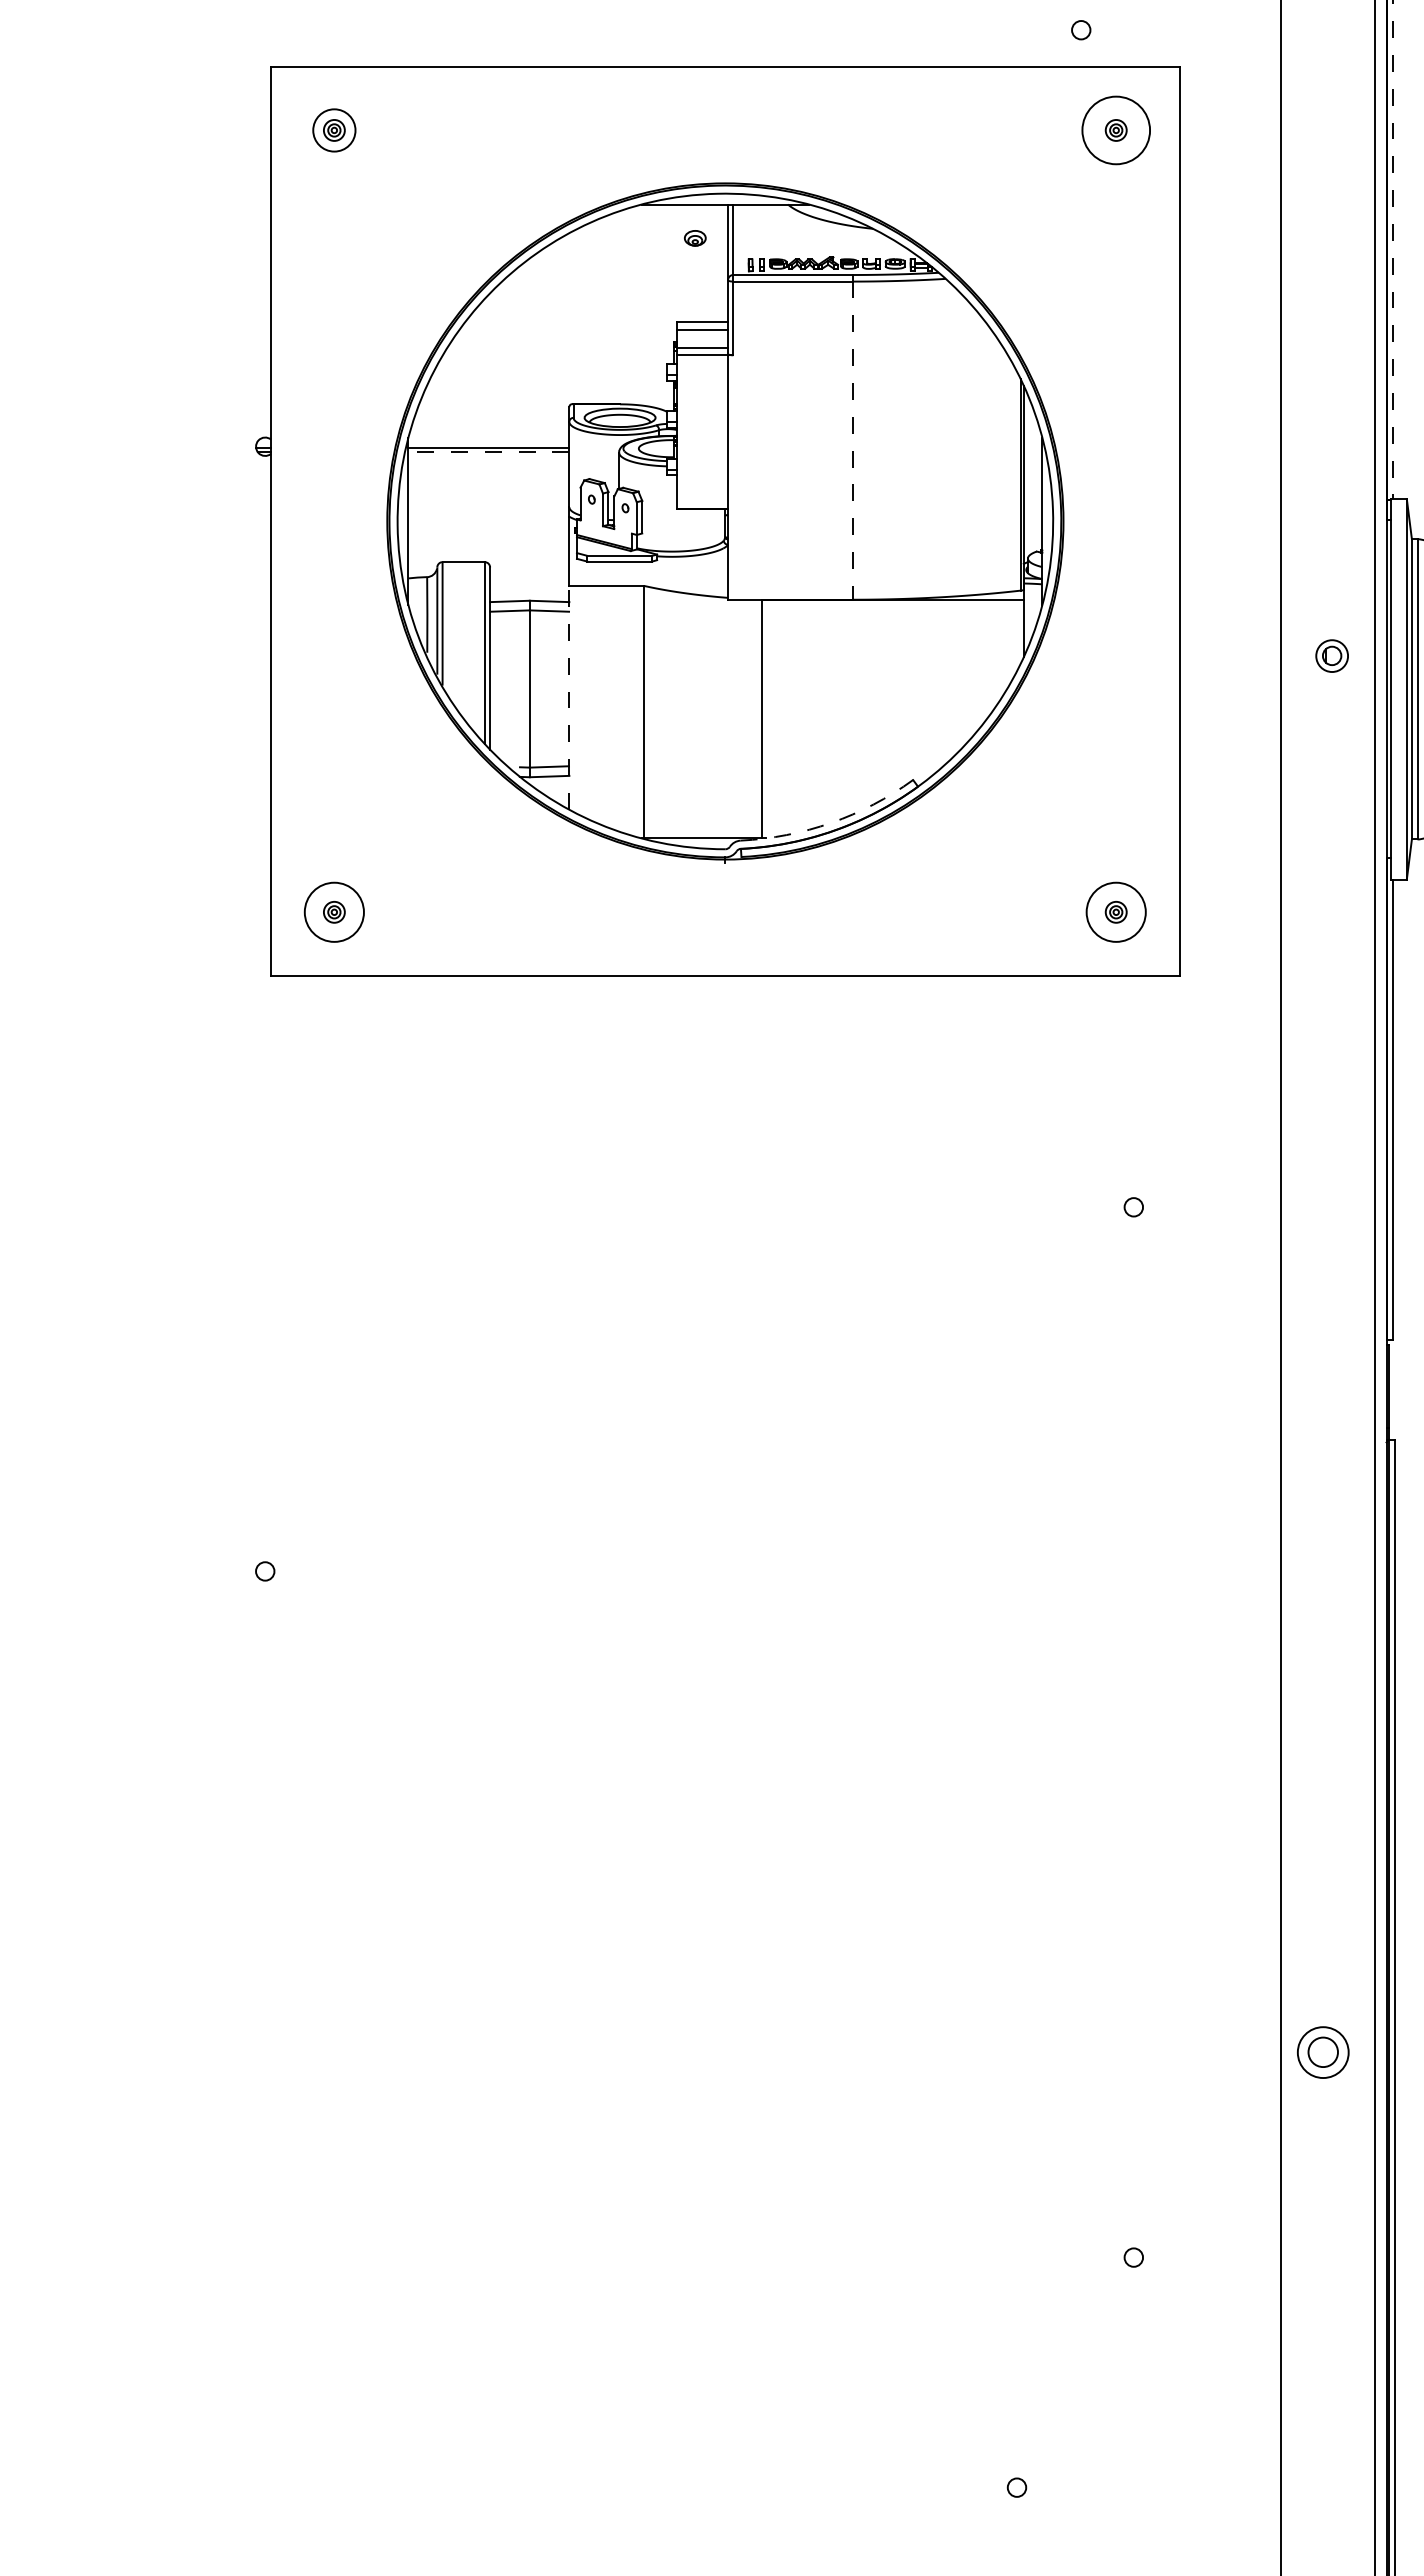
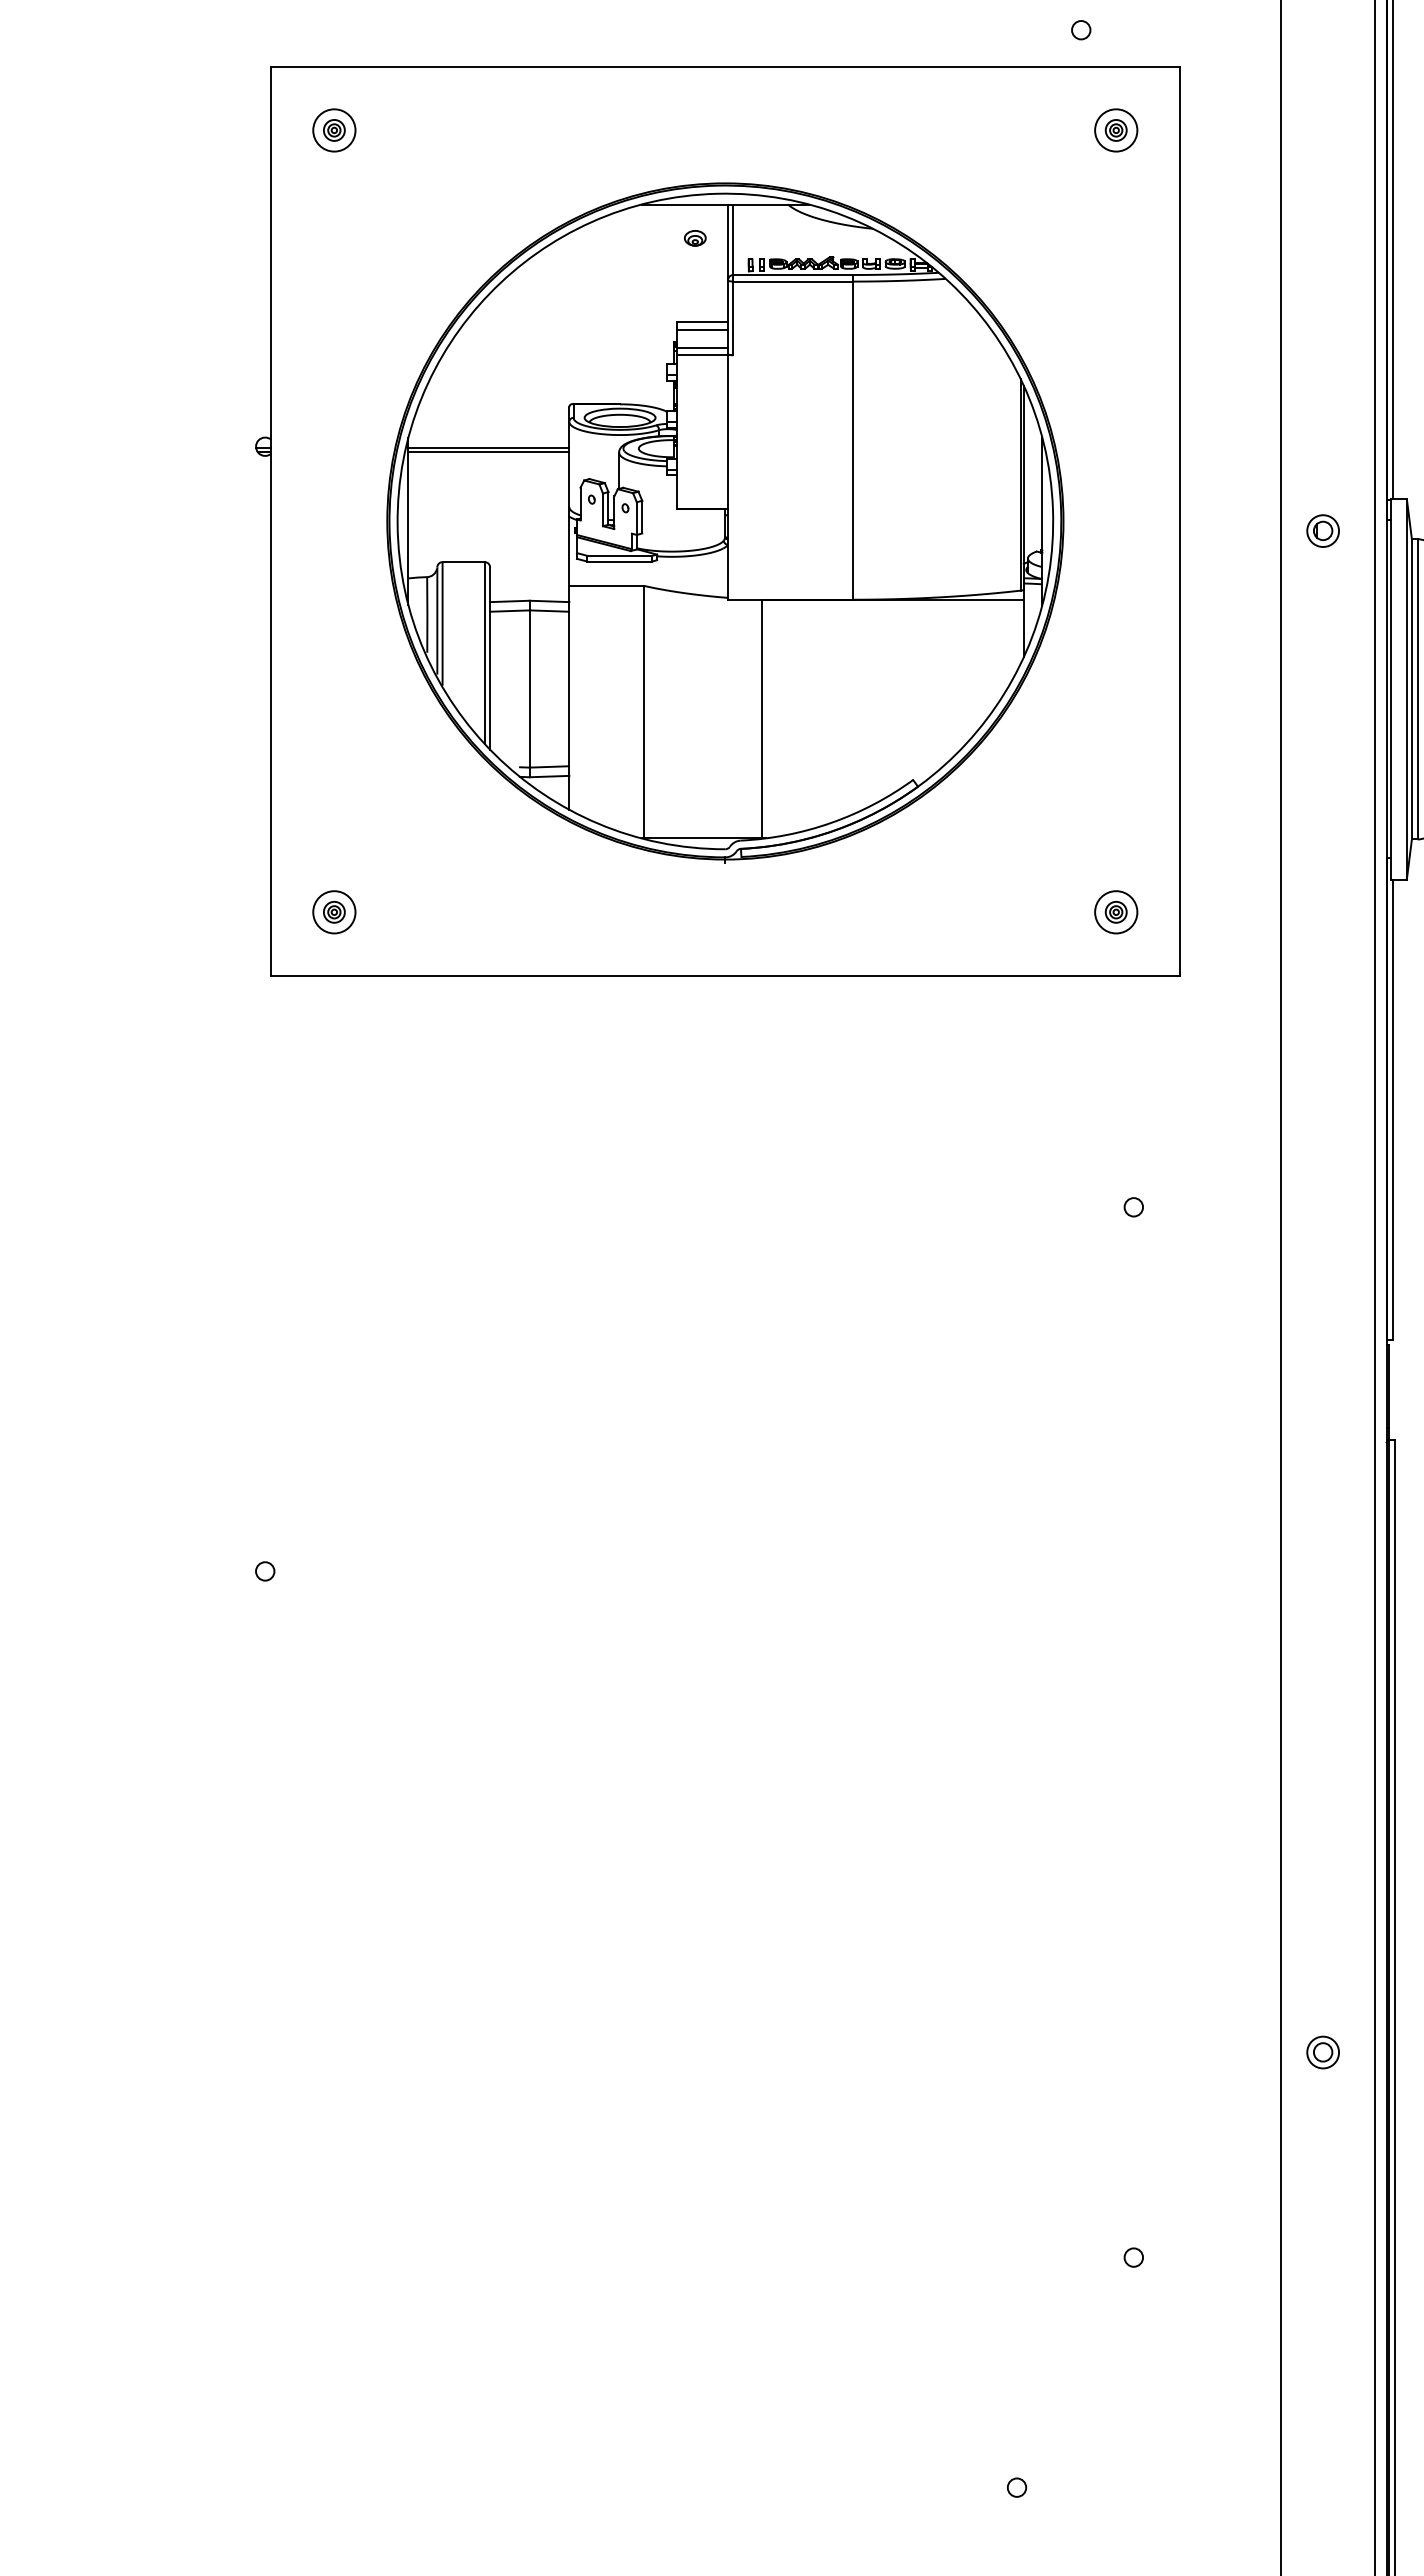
circle at (1116, 130) diameter: 68 px -> 42 px
line at (1392, 250): dashed -> solid
line at (852, 440): dashed -> solid
line at (488, 452): dashed -> solid
part at (1331, 655) position: (1331, 655) -> (1322, 530)
line at (569, 697): dashed -> solid
arc at (831, 822): dashed -> solid
circle at (333, 911) diameter: 59 px -> 42 px
circle at (1115, 911) diameter: 59 px -> 42 px
part at (1323, 2052) size: 53x53 px -> 34x35 px
